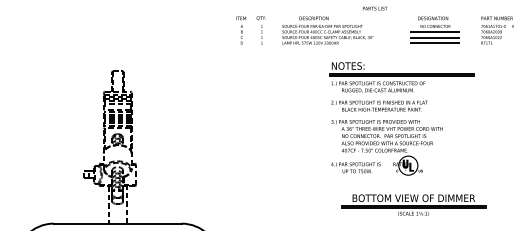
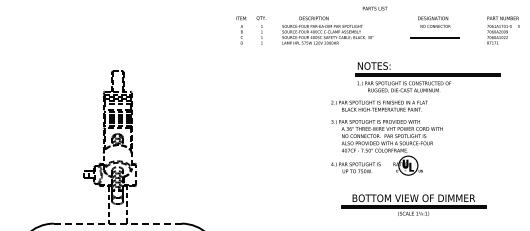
text at (497, 30) position: (497, 30) -> (503, 30)
line at (434, 31): present -> none
line at (434, 43): present -> none
part at (401, 77) position: (401, 77) -> (427, 77)
line at (117, 223): solid -> dashed
